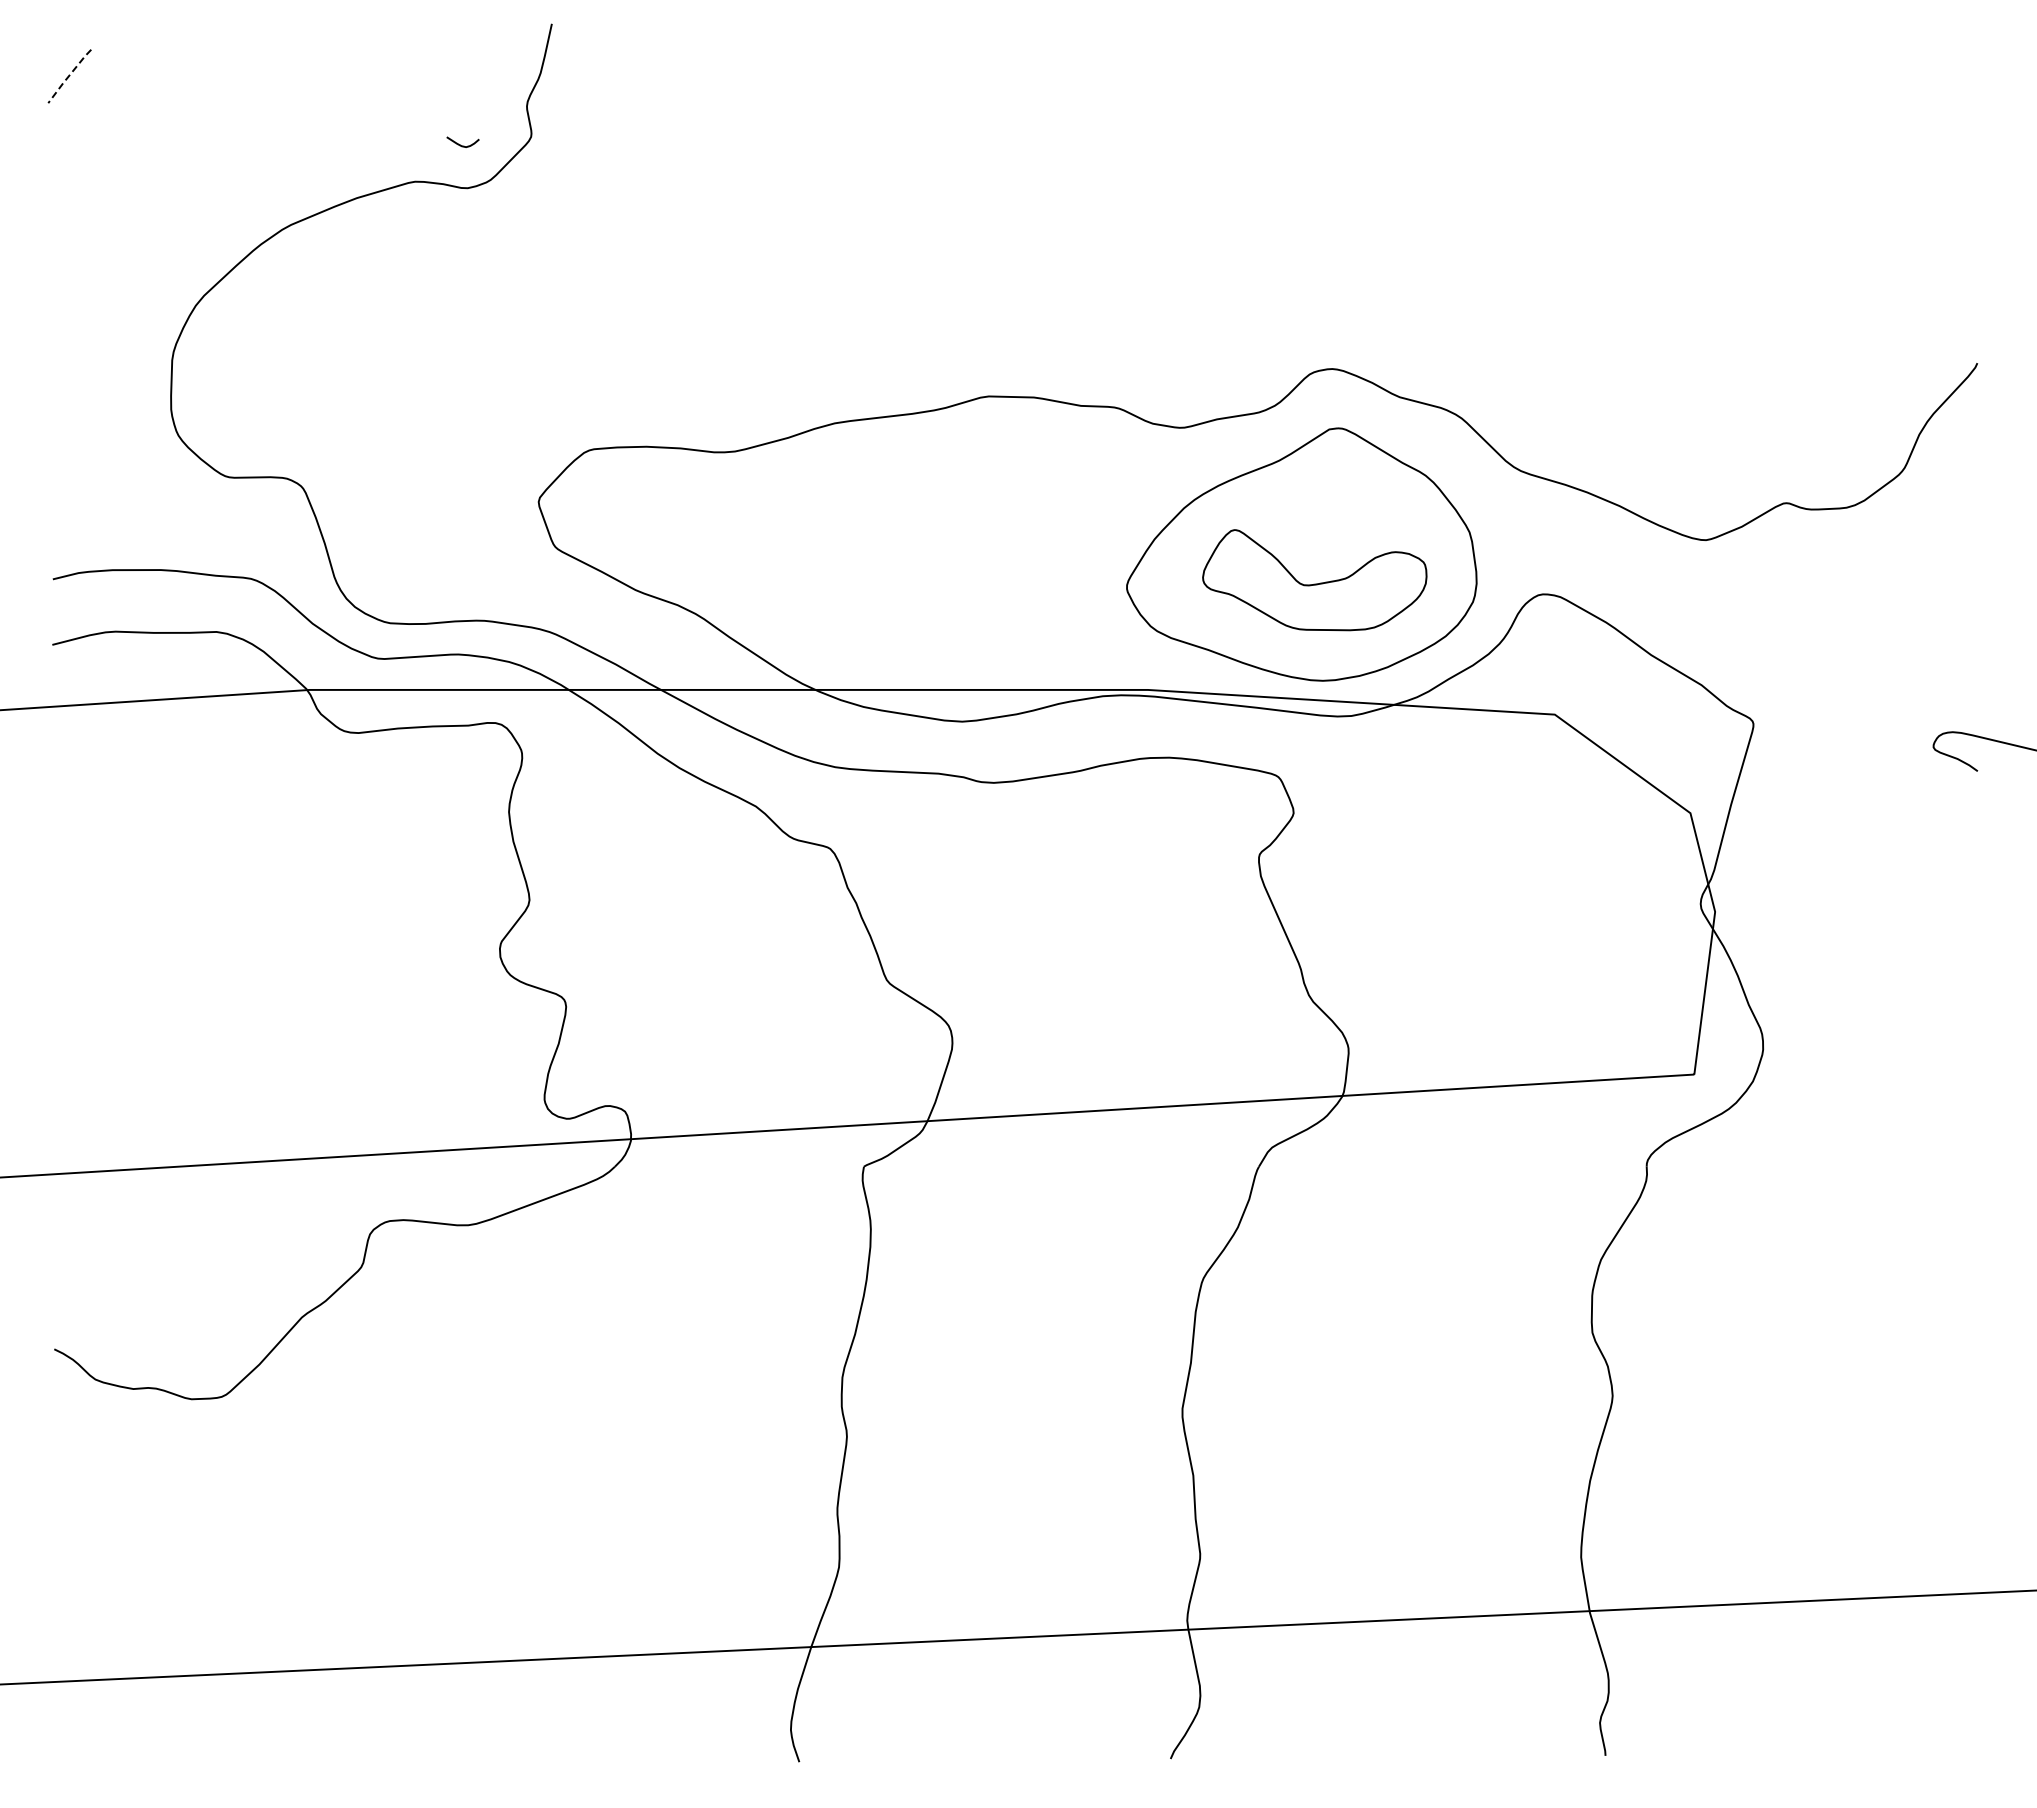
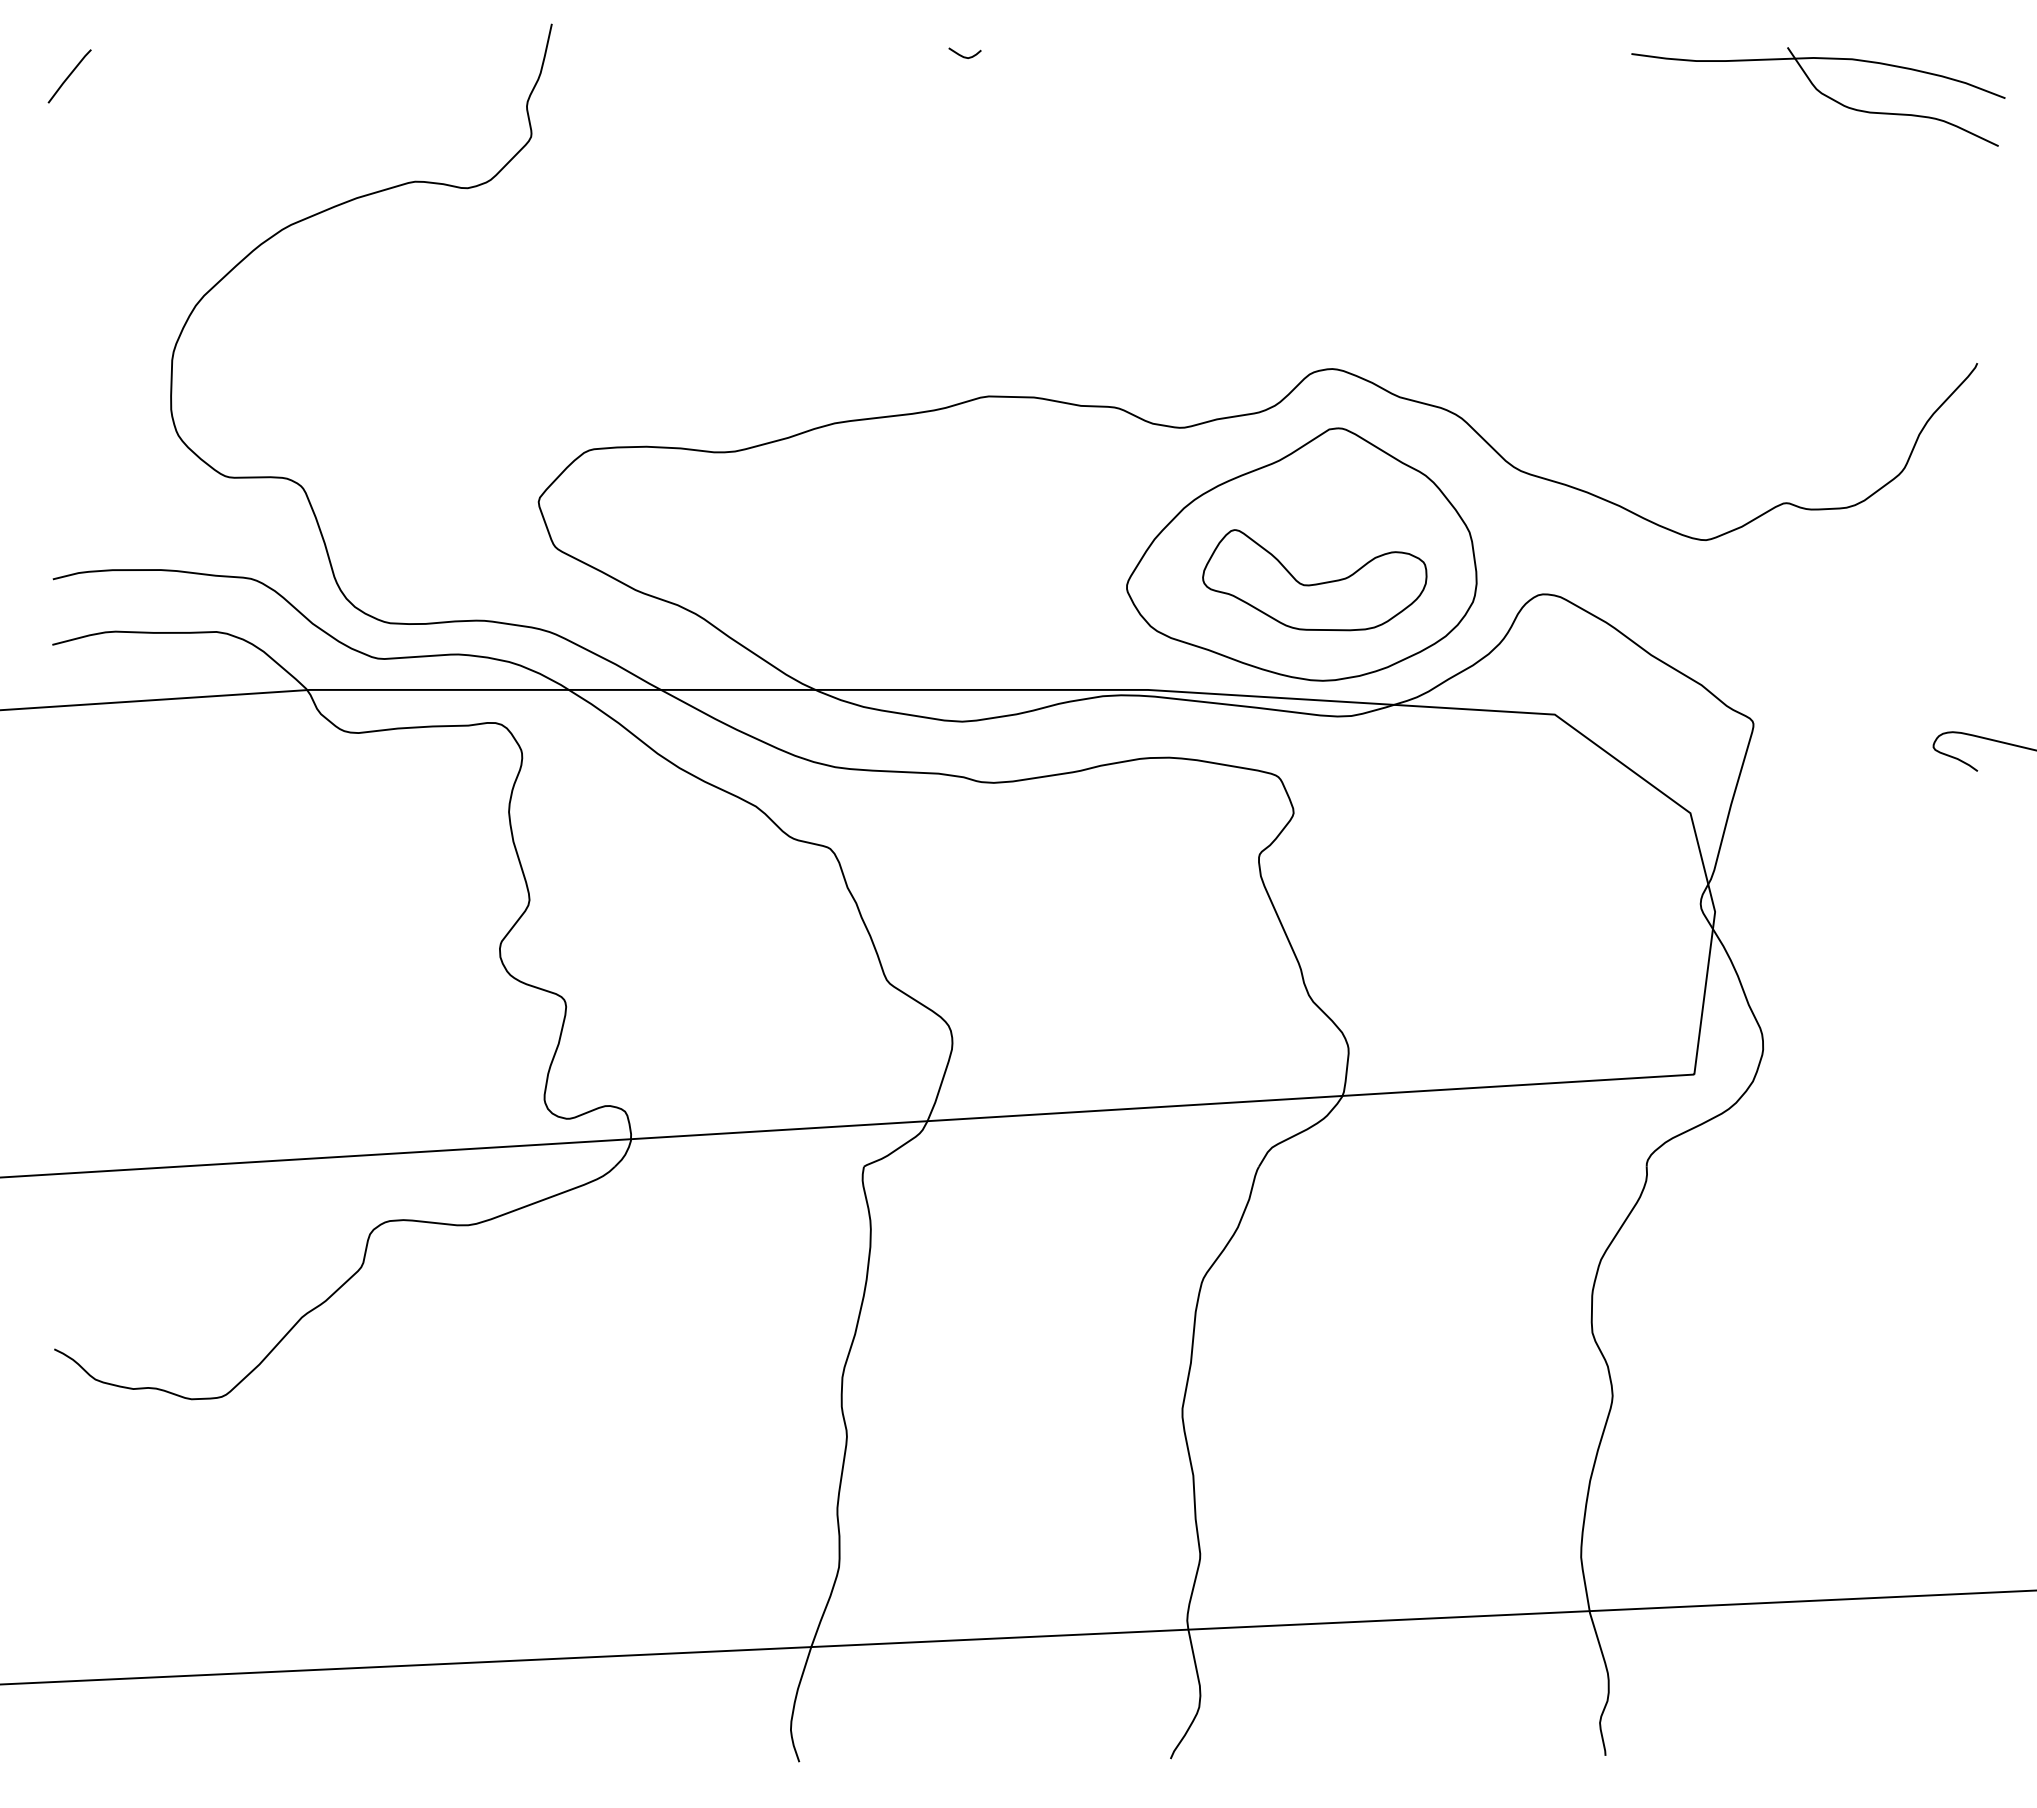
line at (69, 75): dashed -> solid
part at (1818, 96): none -> present
curve at (460, 144) position: (460, 144) -> (962, 55)
